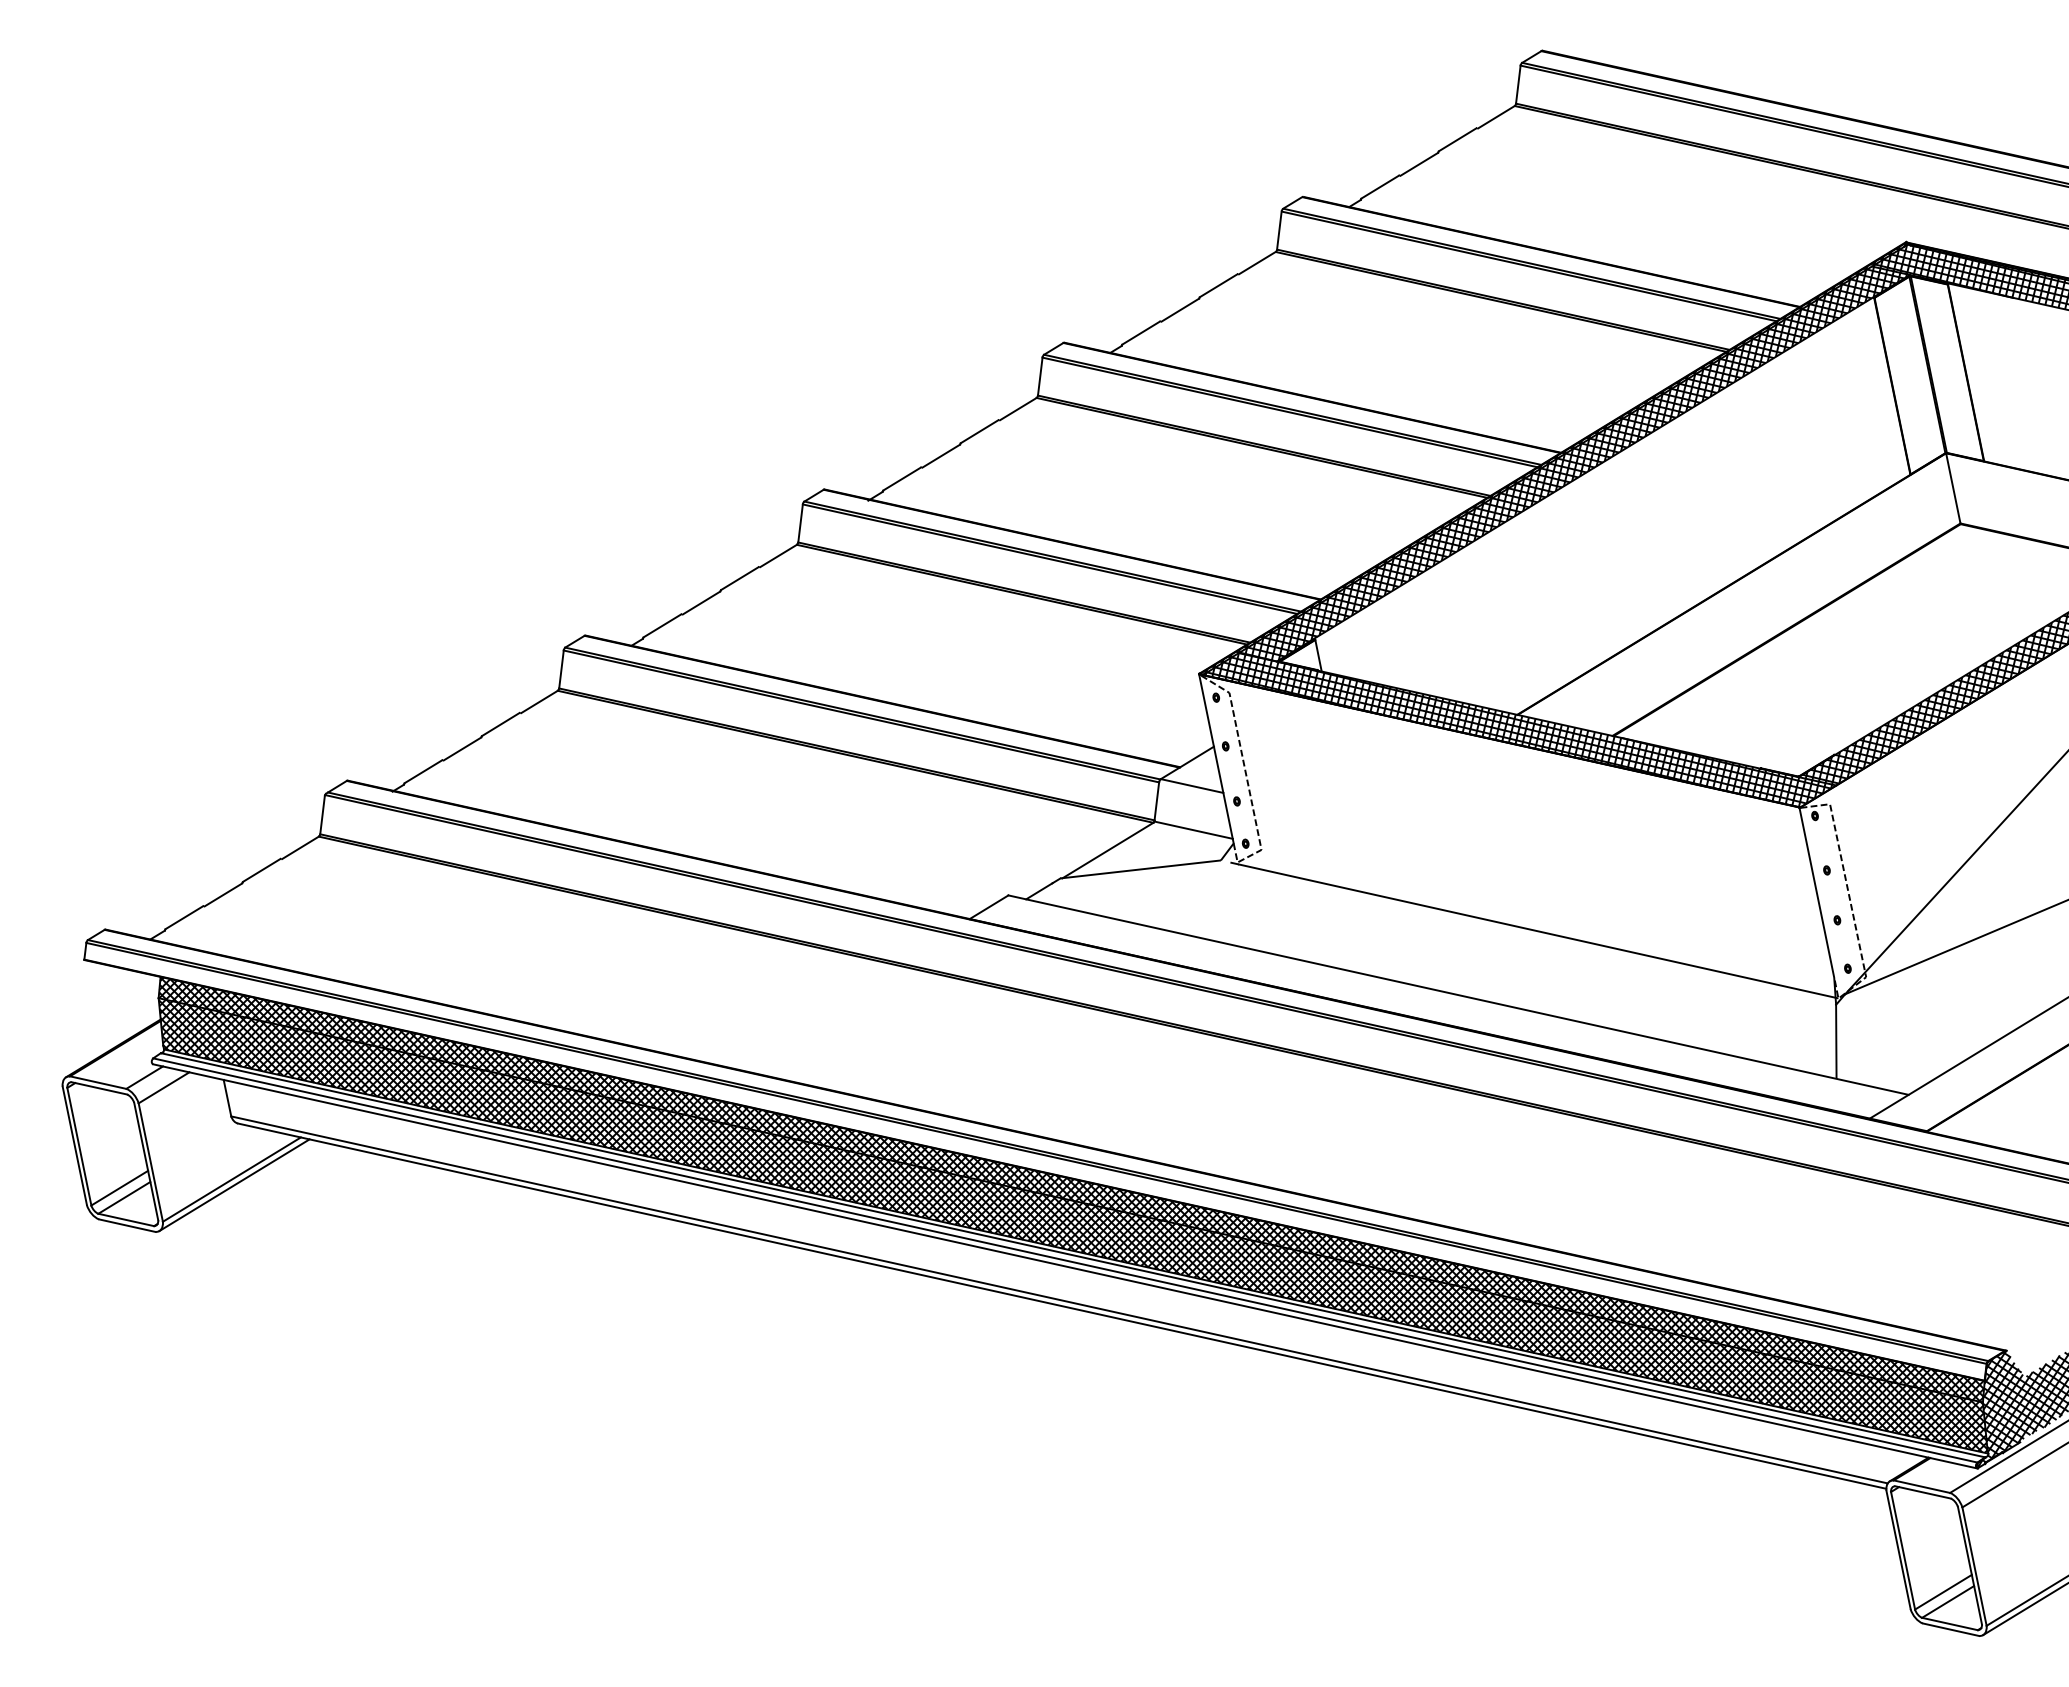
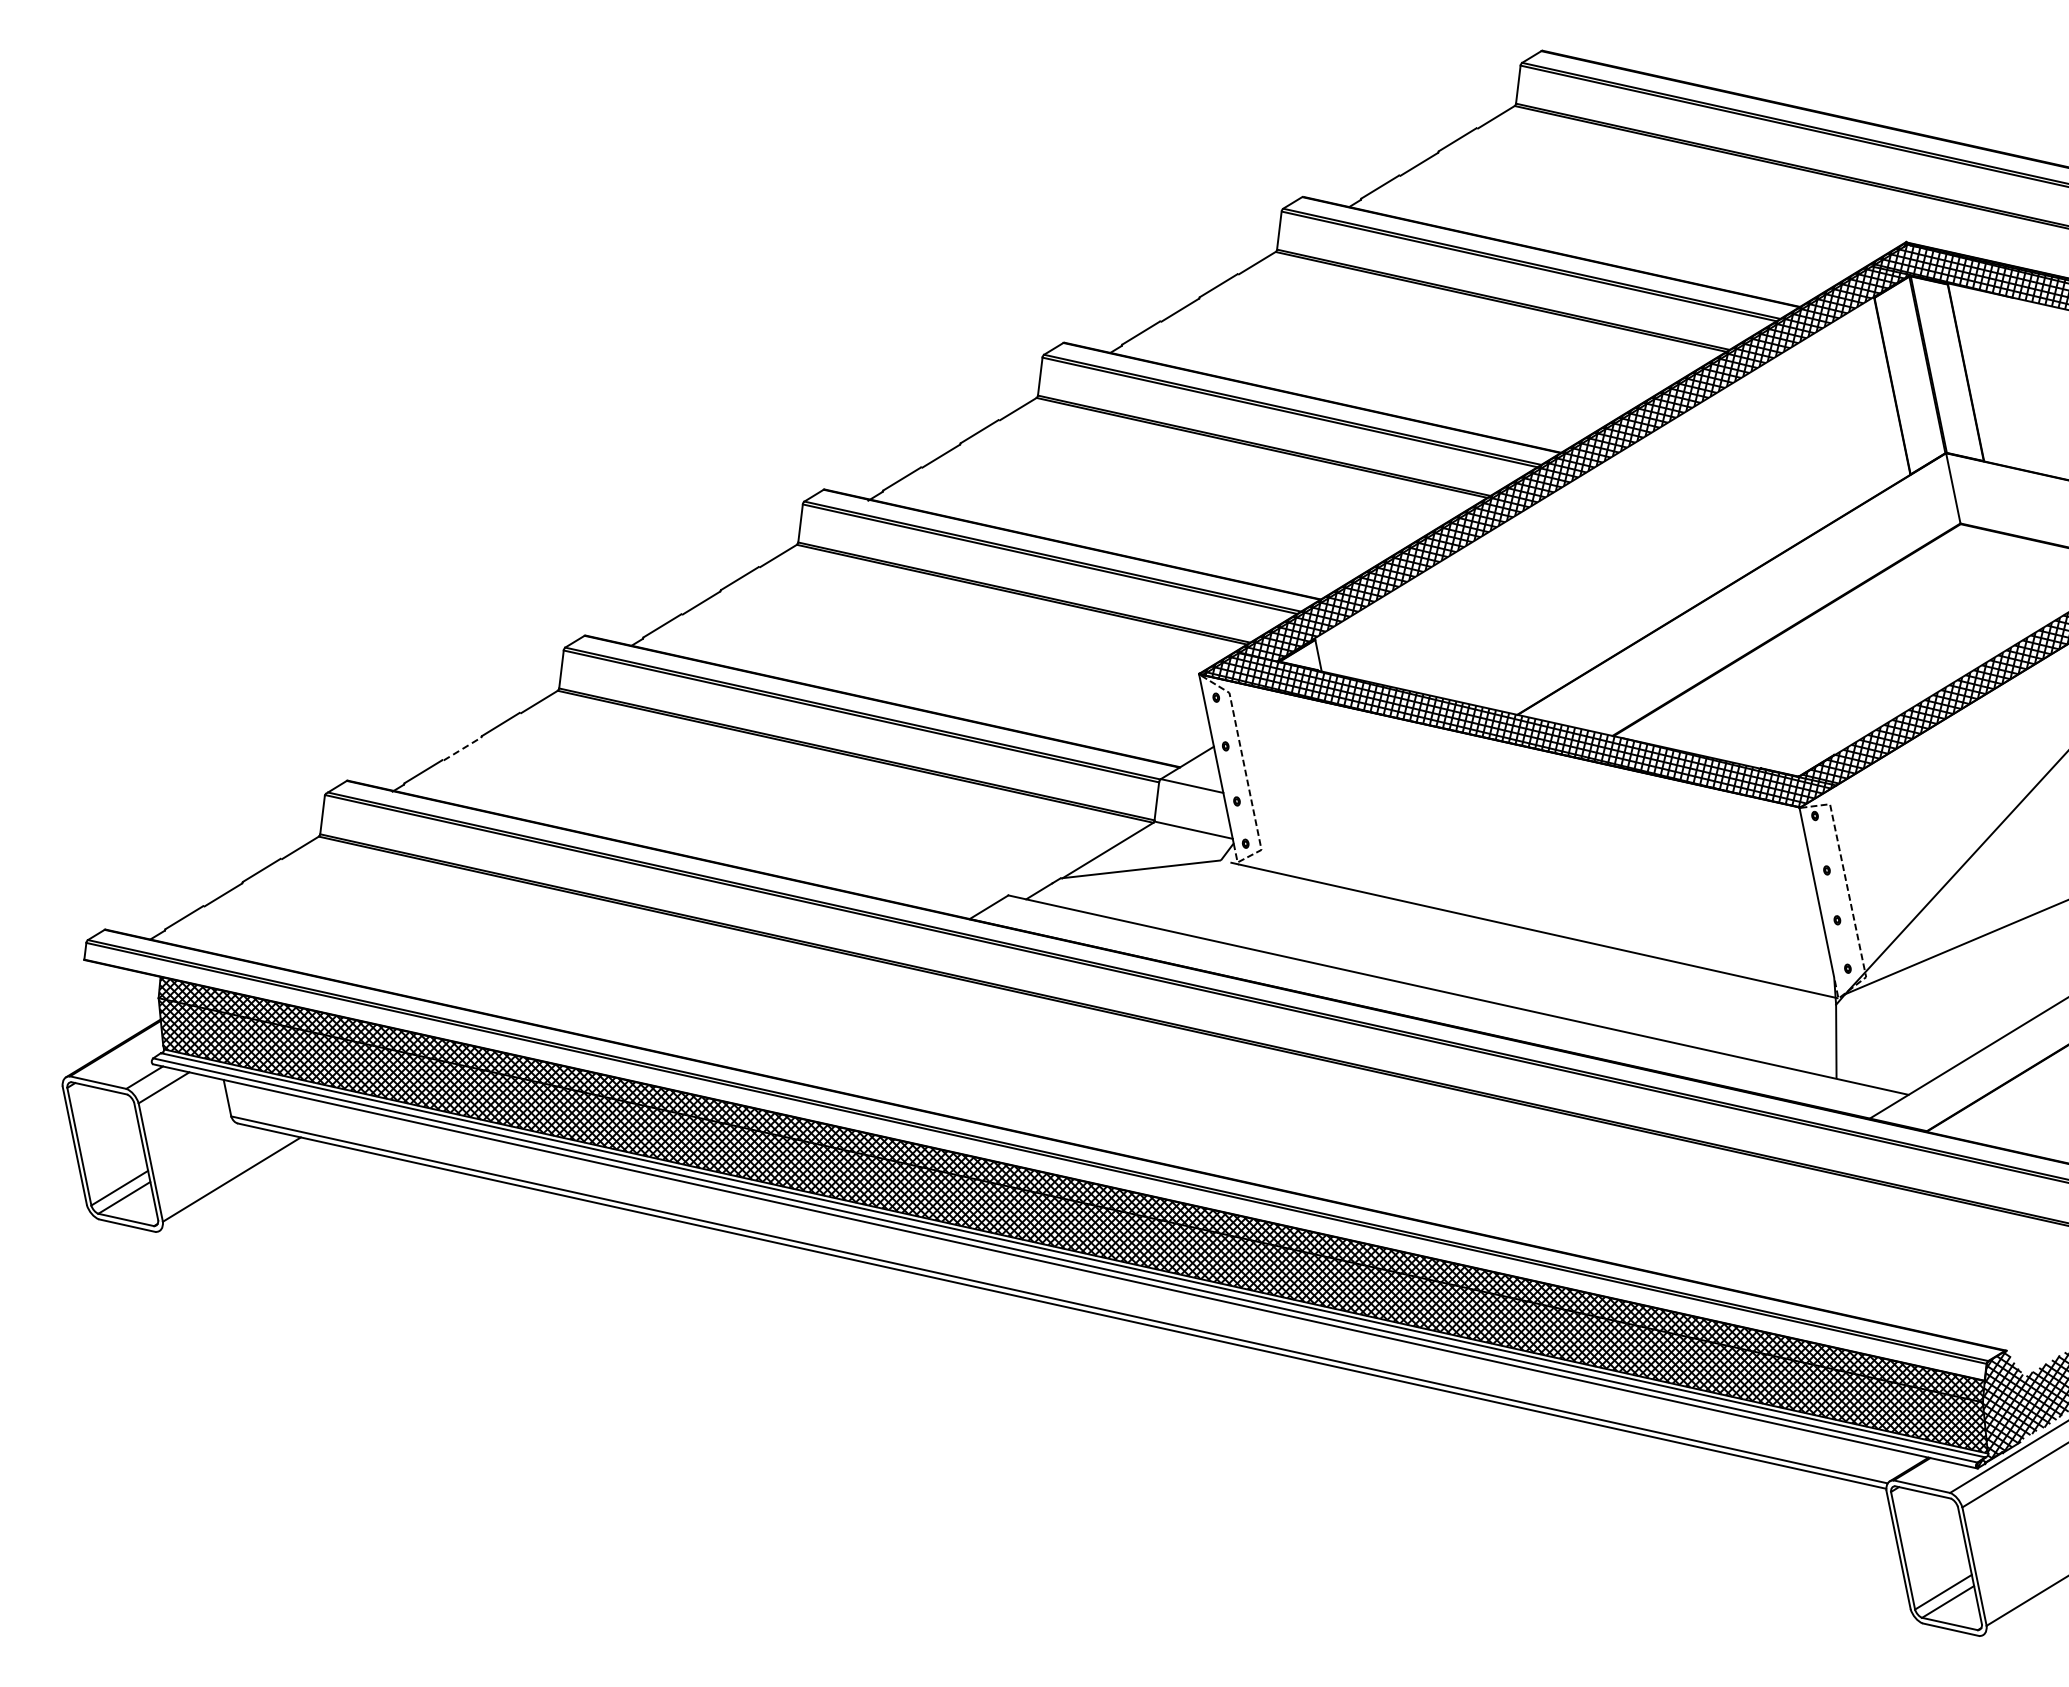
line at (462, 749): solid -> dashed
line at (234, 1185): present -> none
line at (2024, 1610): present -> none
